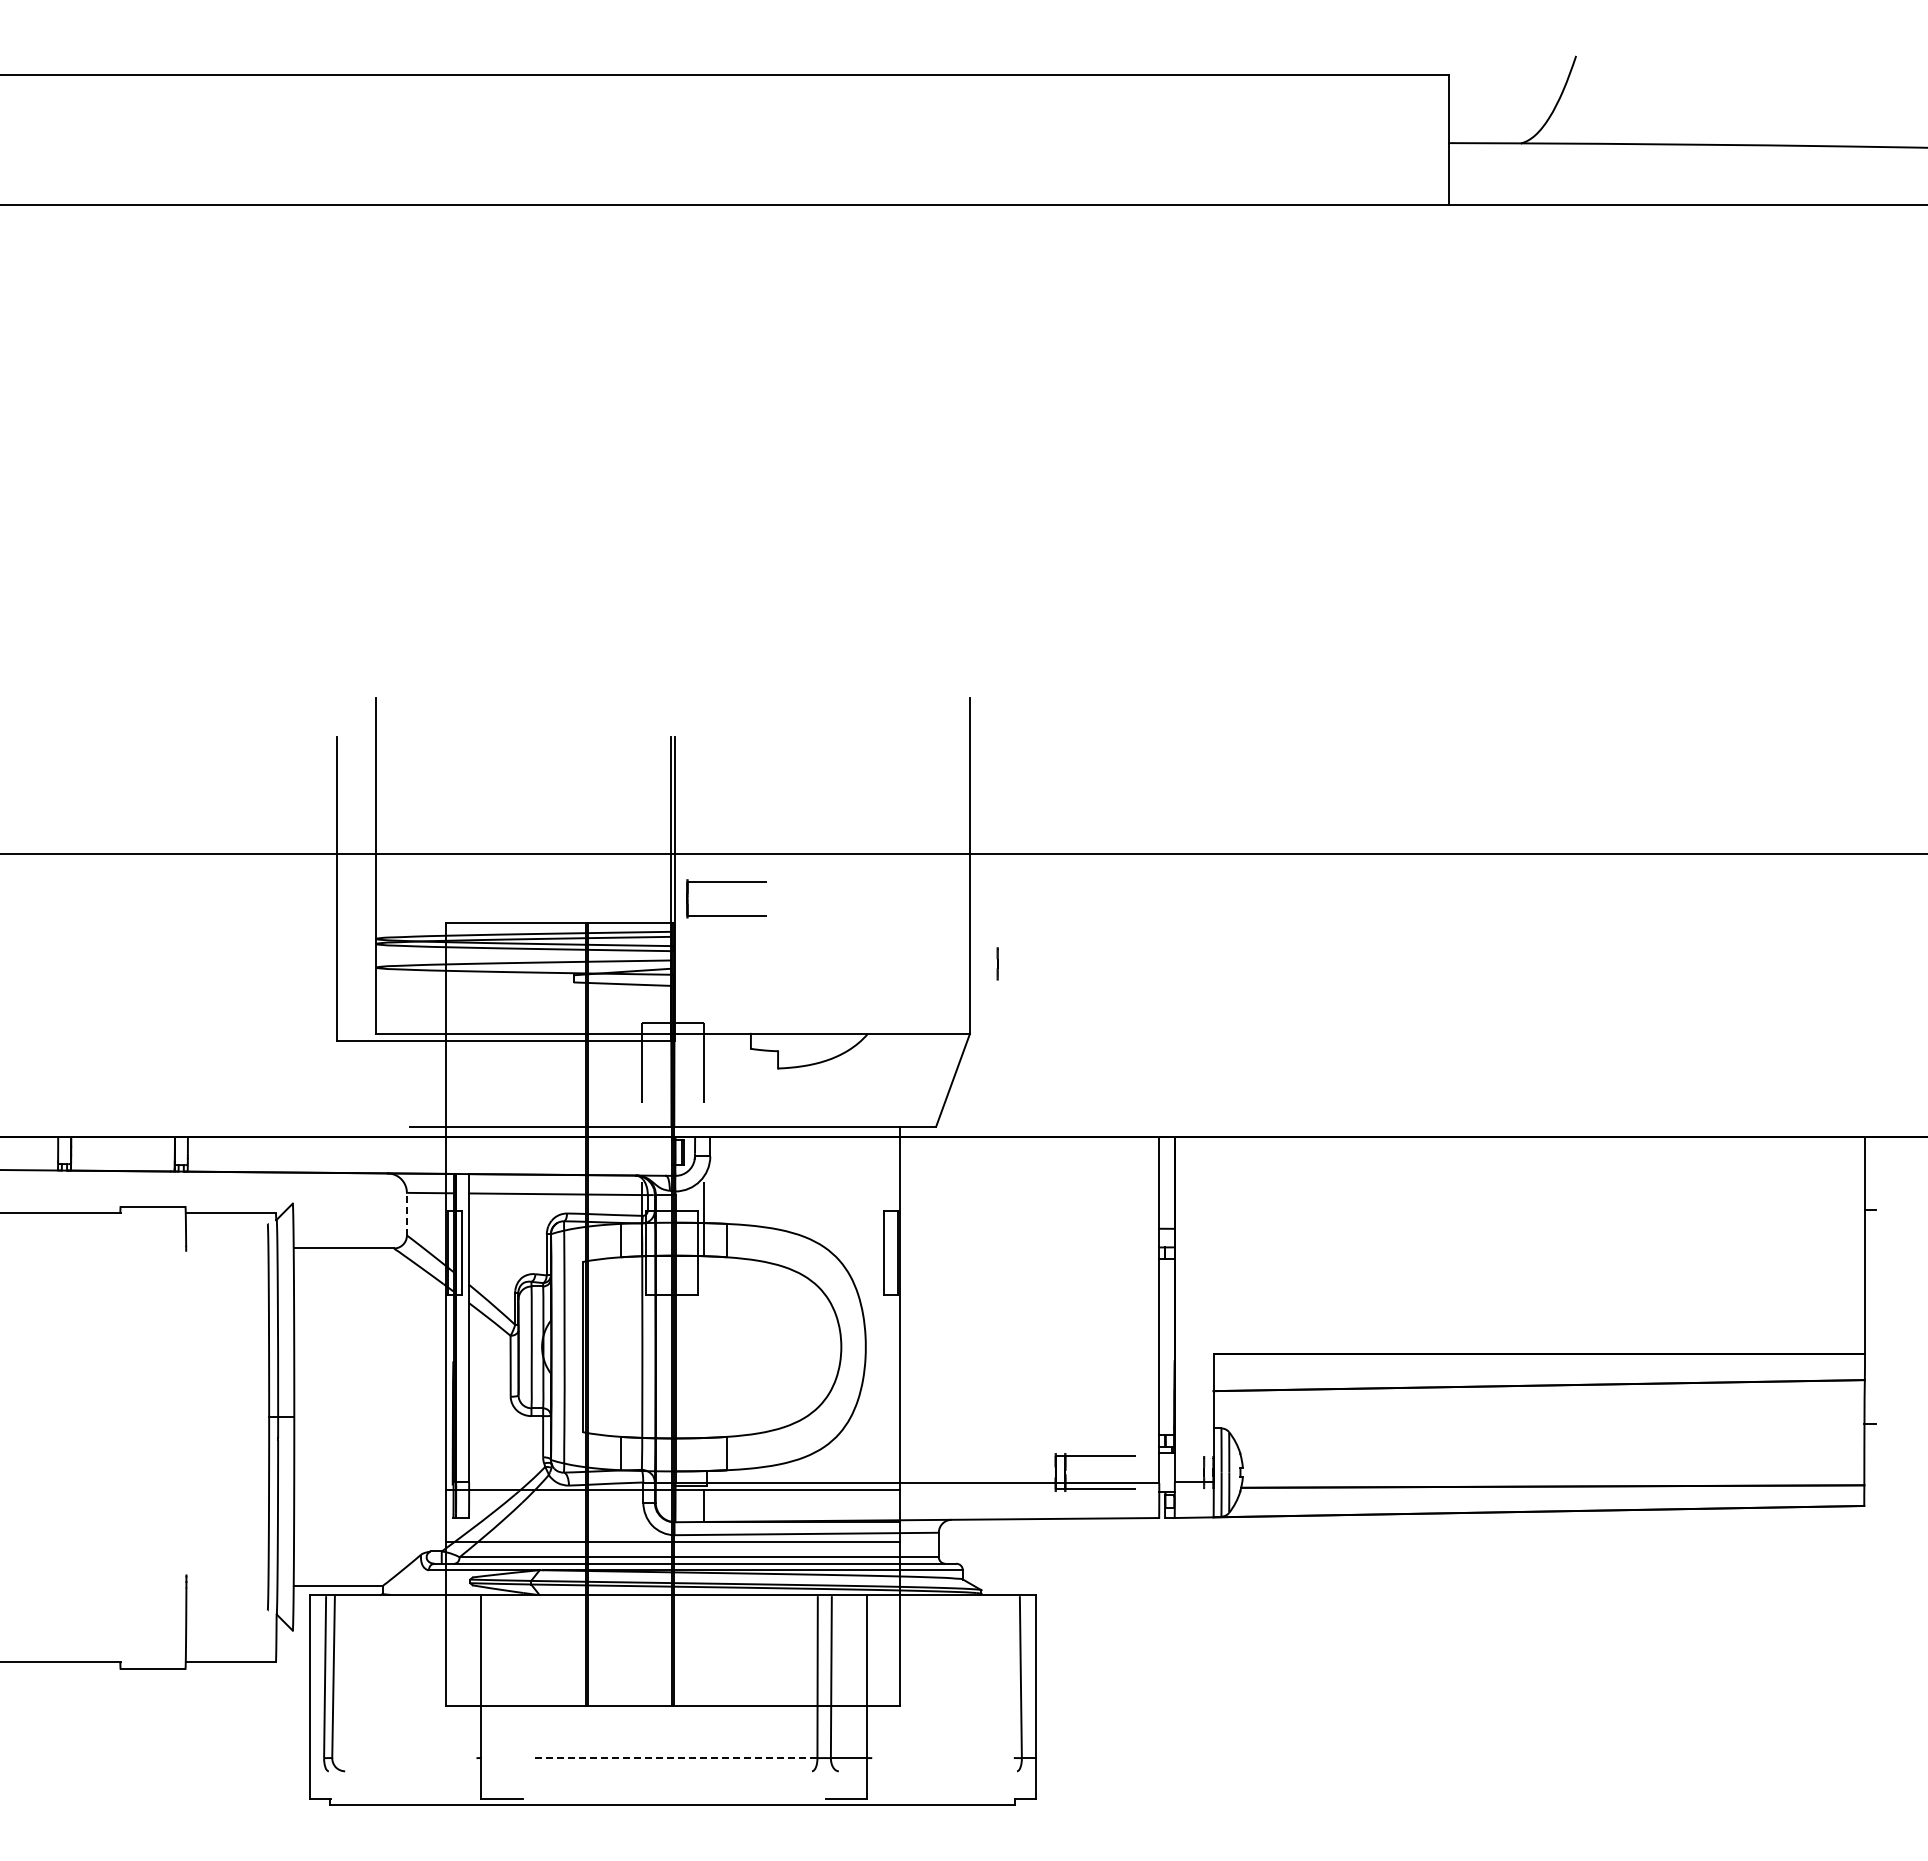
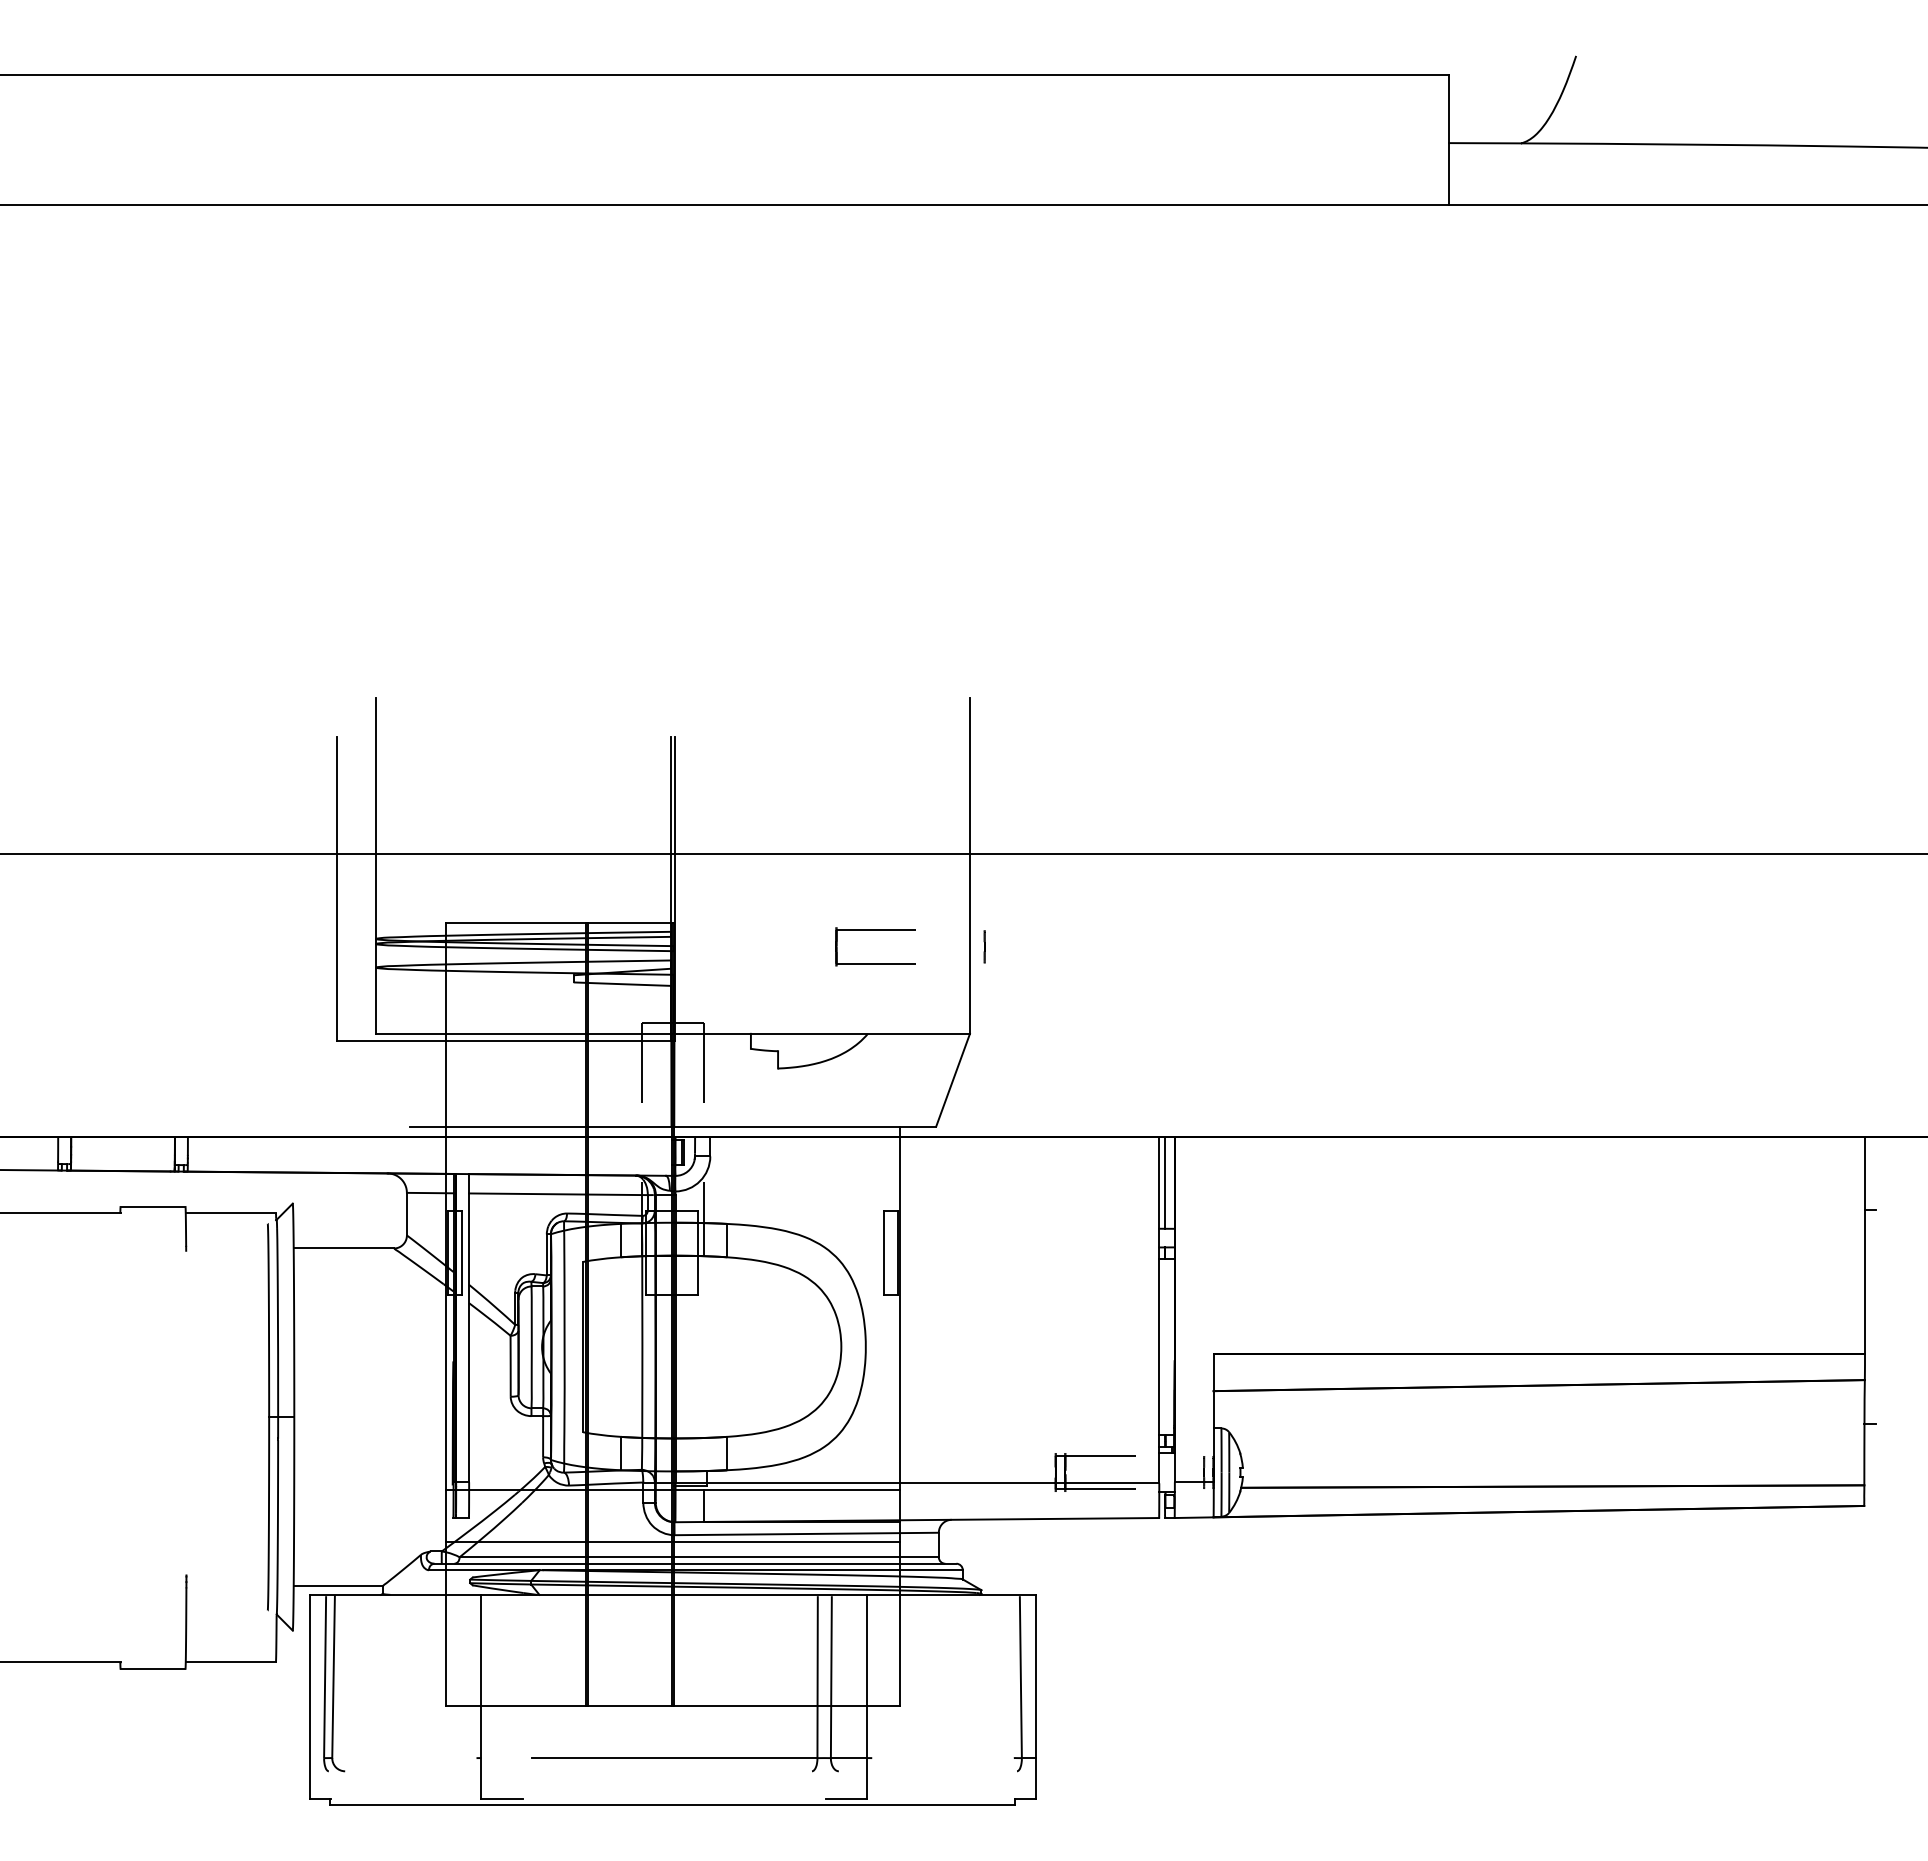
part at (726, 882) position: (726, 882) -> (875, 930)
line at (997, 963) position: (997, 963) -> (984, 946)
line at (1165, 1182): none -> present
line at (406, 1213): dashed -> solid
line at (674, 1758): dashed -> solid
